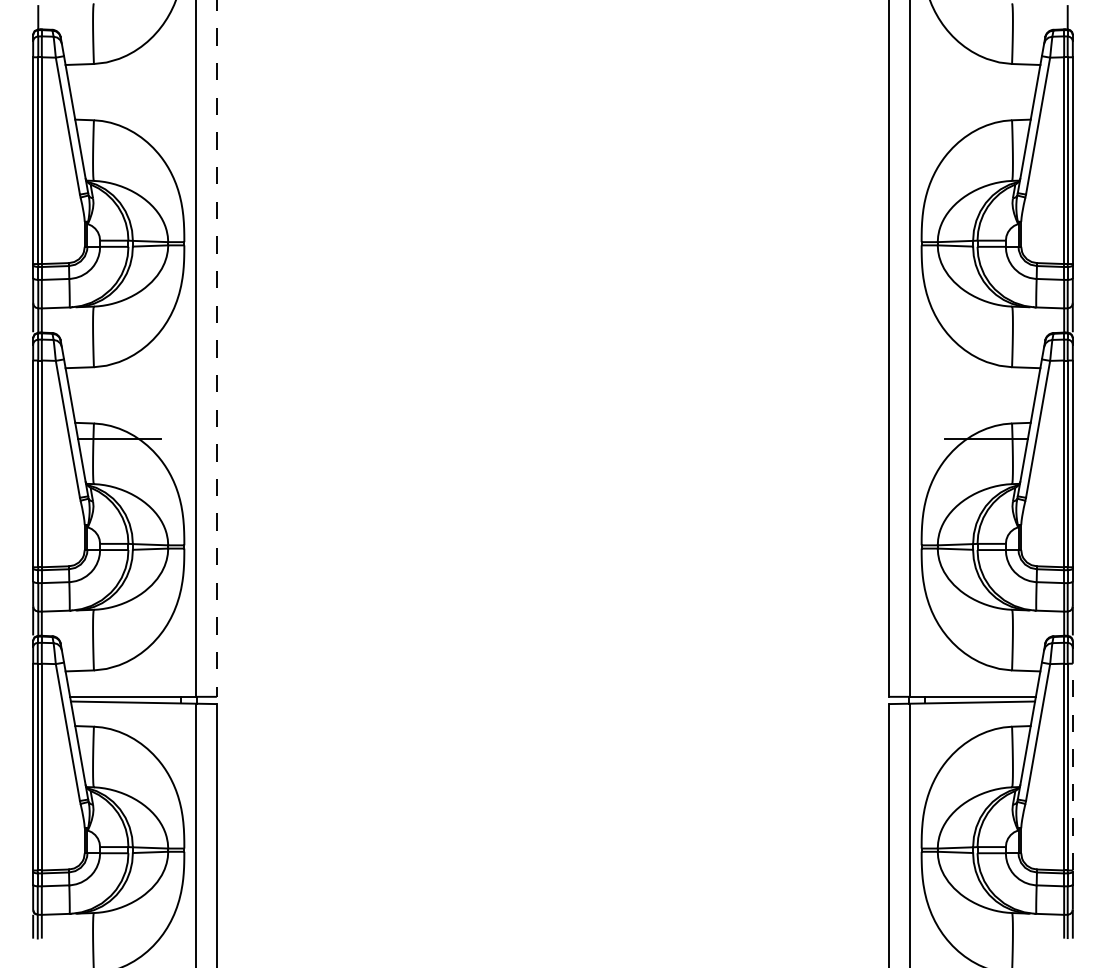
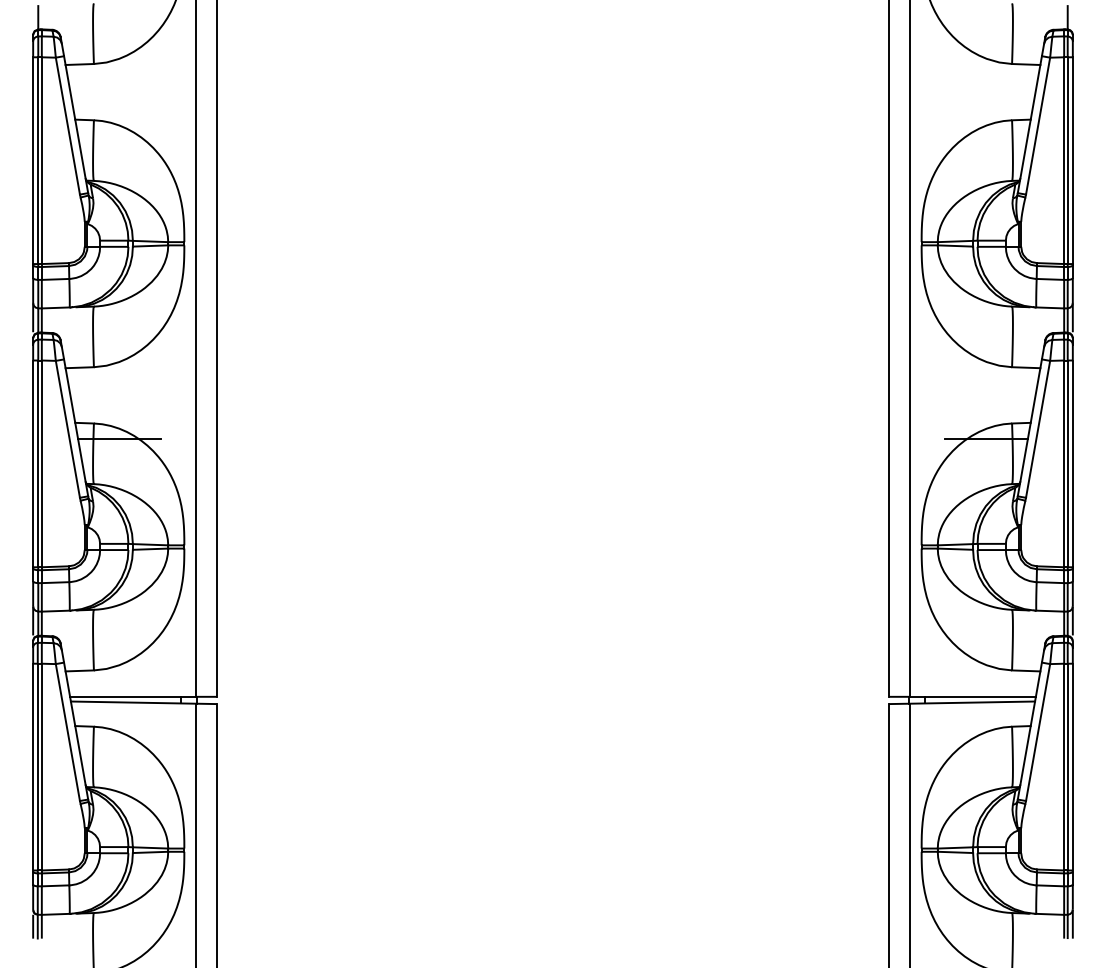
line at (216, 348): dashed -> solid
line at (1072, 766): dashed -> solid
